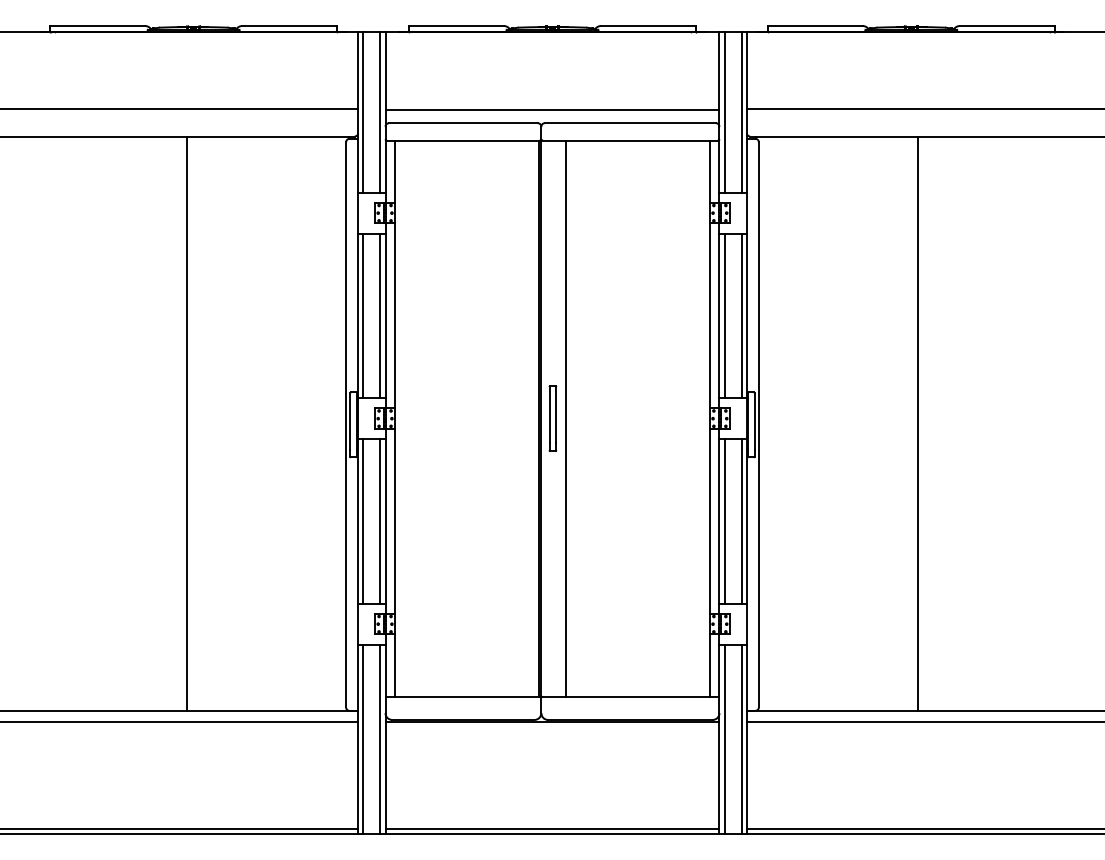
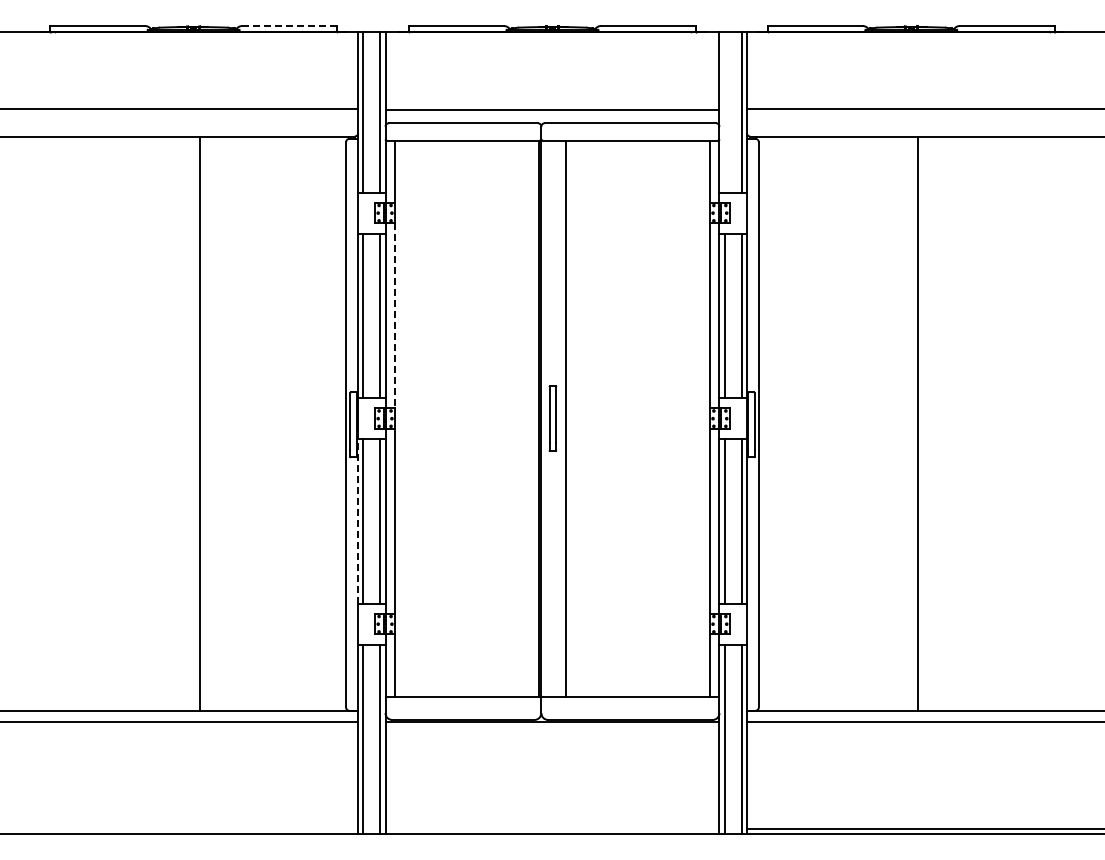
line at (289, 26): solid -> dashed
line at (724, 112): present -> none
line at (395, 316): solid -> dashed
line at (187, 423) position: (187, 423) -> (200, 423)
line at (358, 520): solid -> dashed
line at (180, 828): present -> none
line at (552, 828): present -> none
